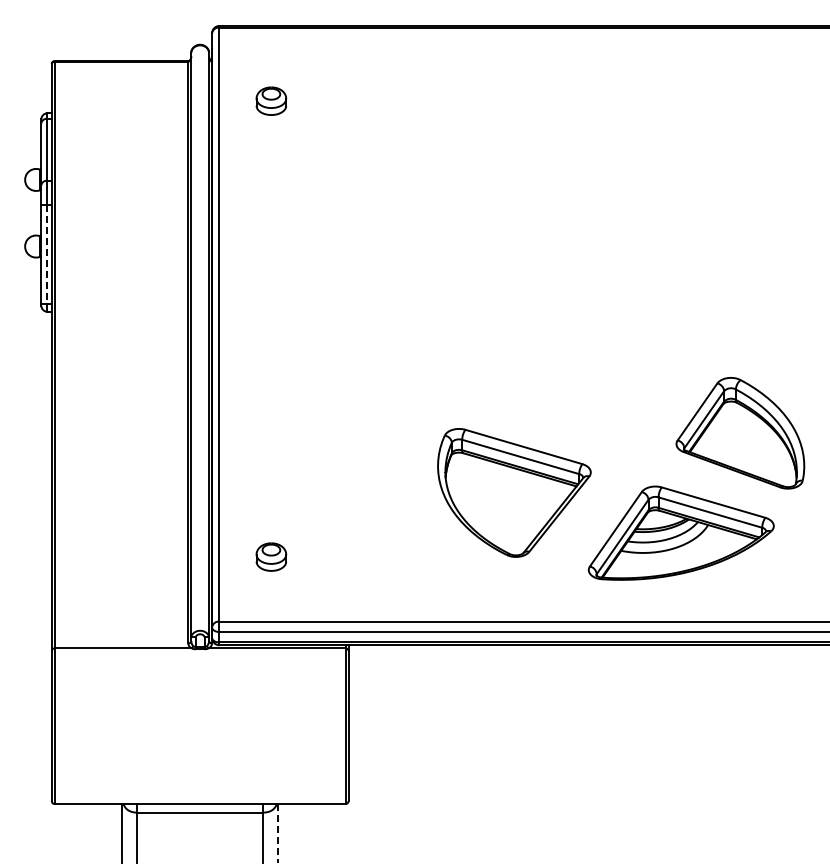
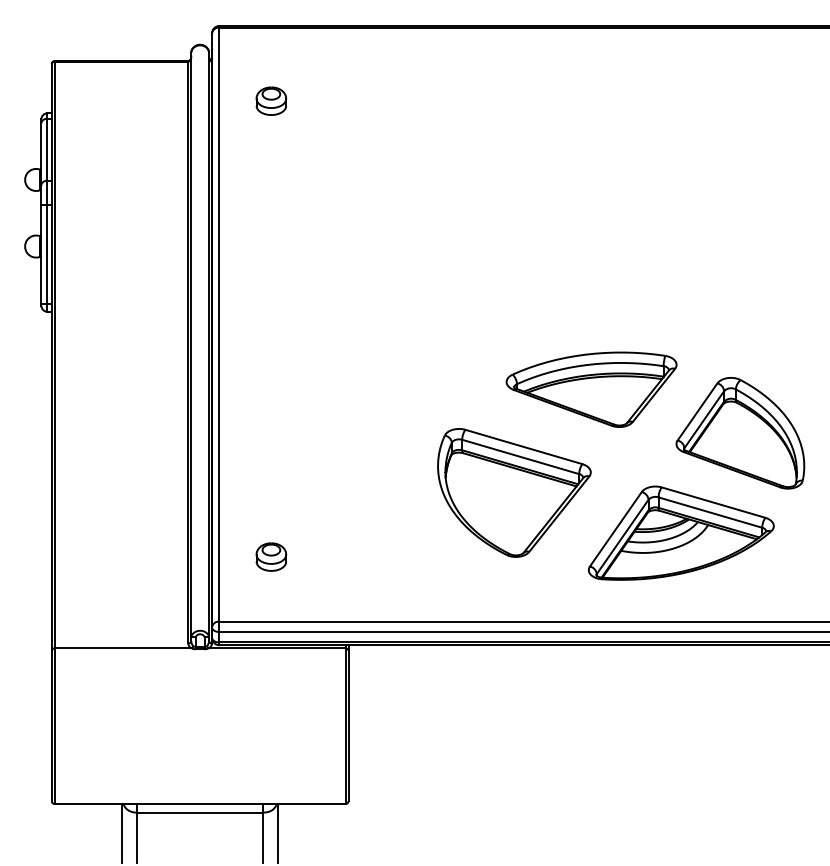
line at (47, 254): dashed -> solid
part at (591, 389): none -> present
line at (278, 833): dashed -> solid
